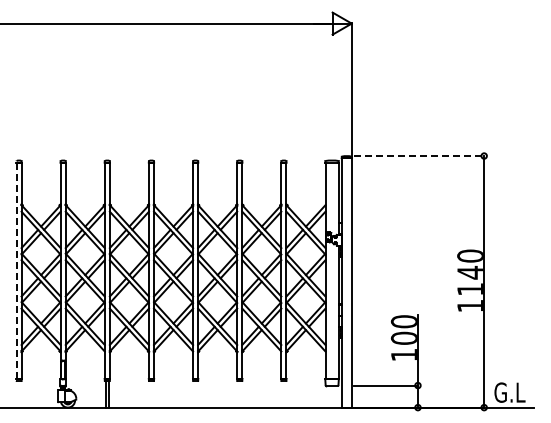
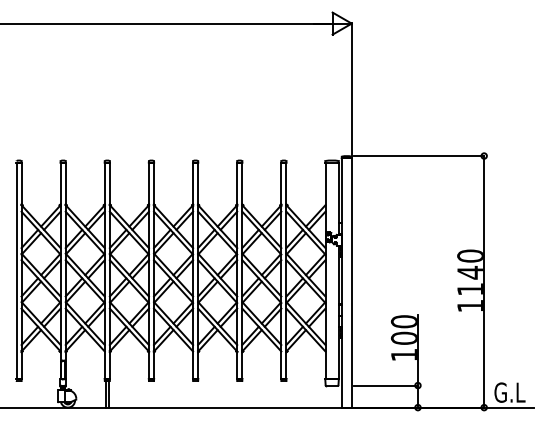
line at (419, 156): dashed -> solid
line at (16, 270): dashed -> solid
